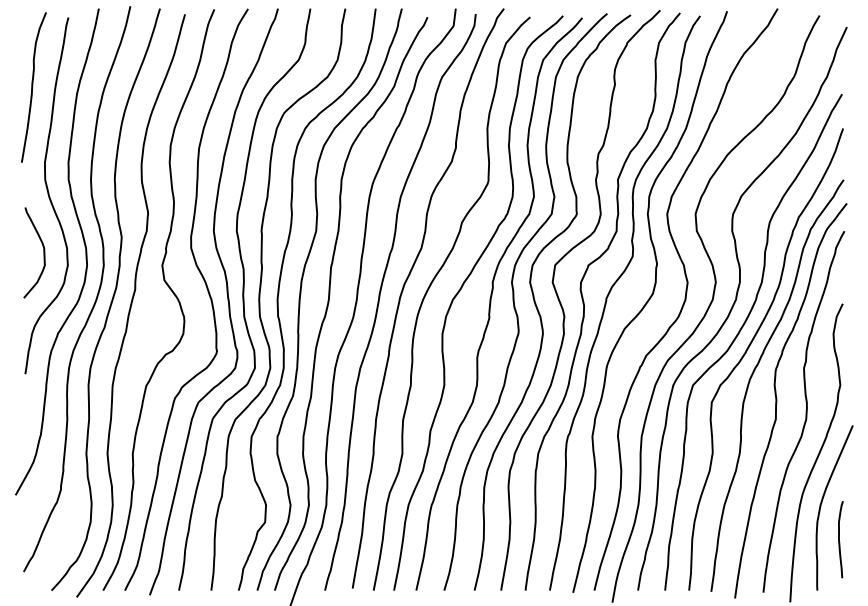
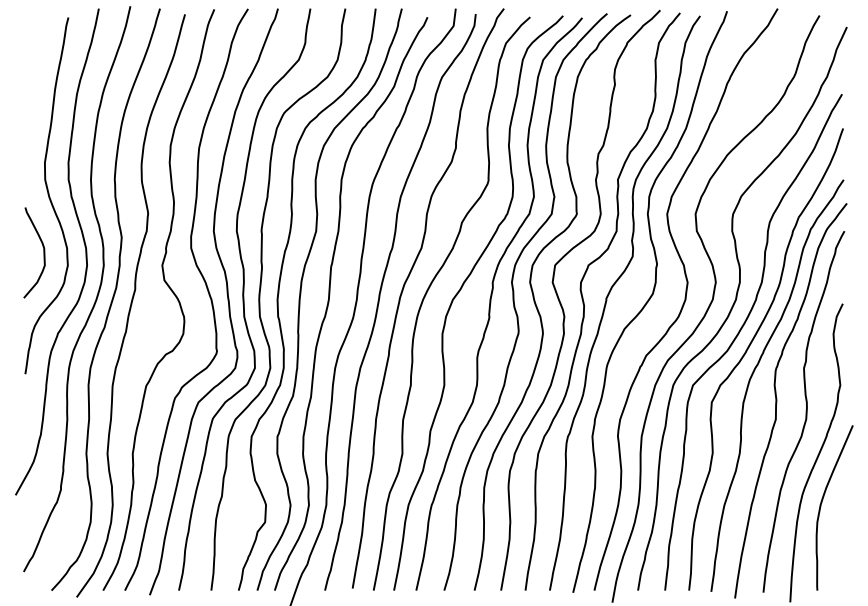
curve at (33, 87): present -> none
curve at (839, 539): present -> none
